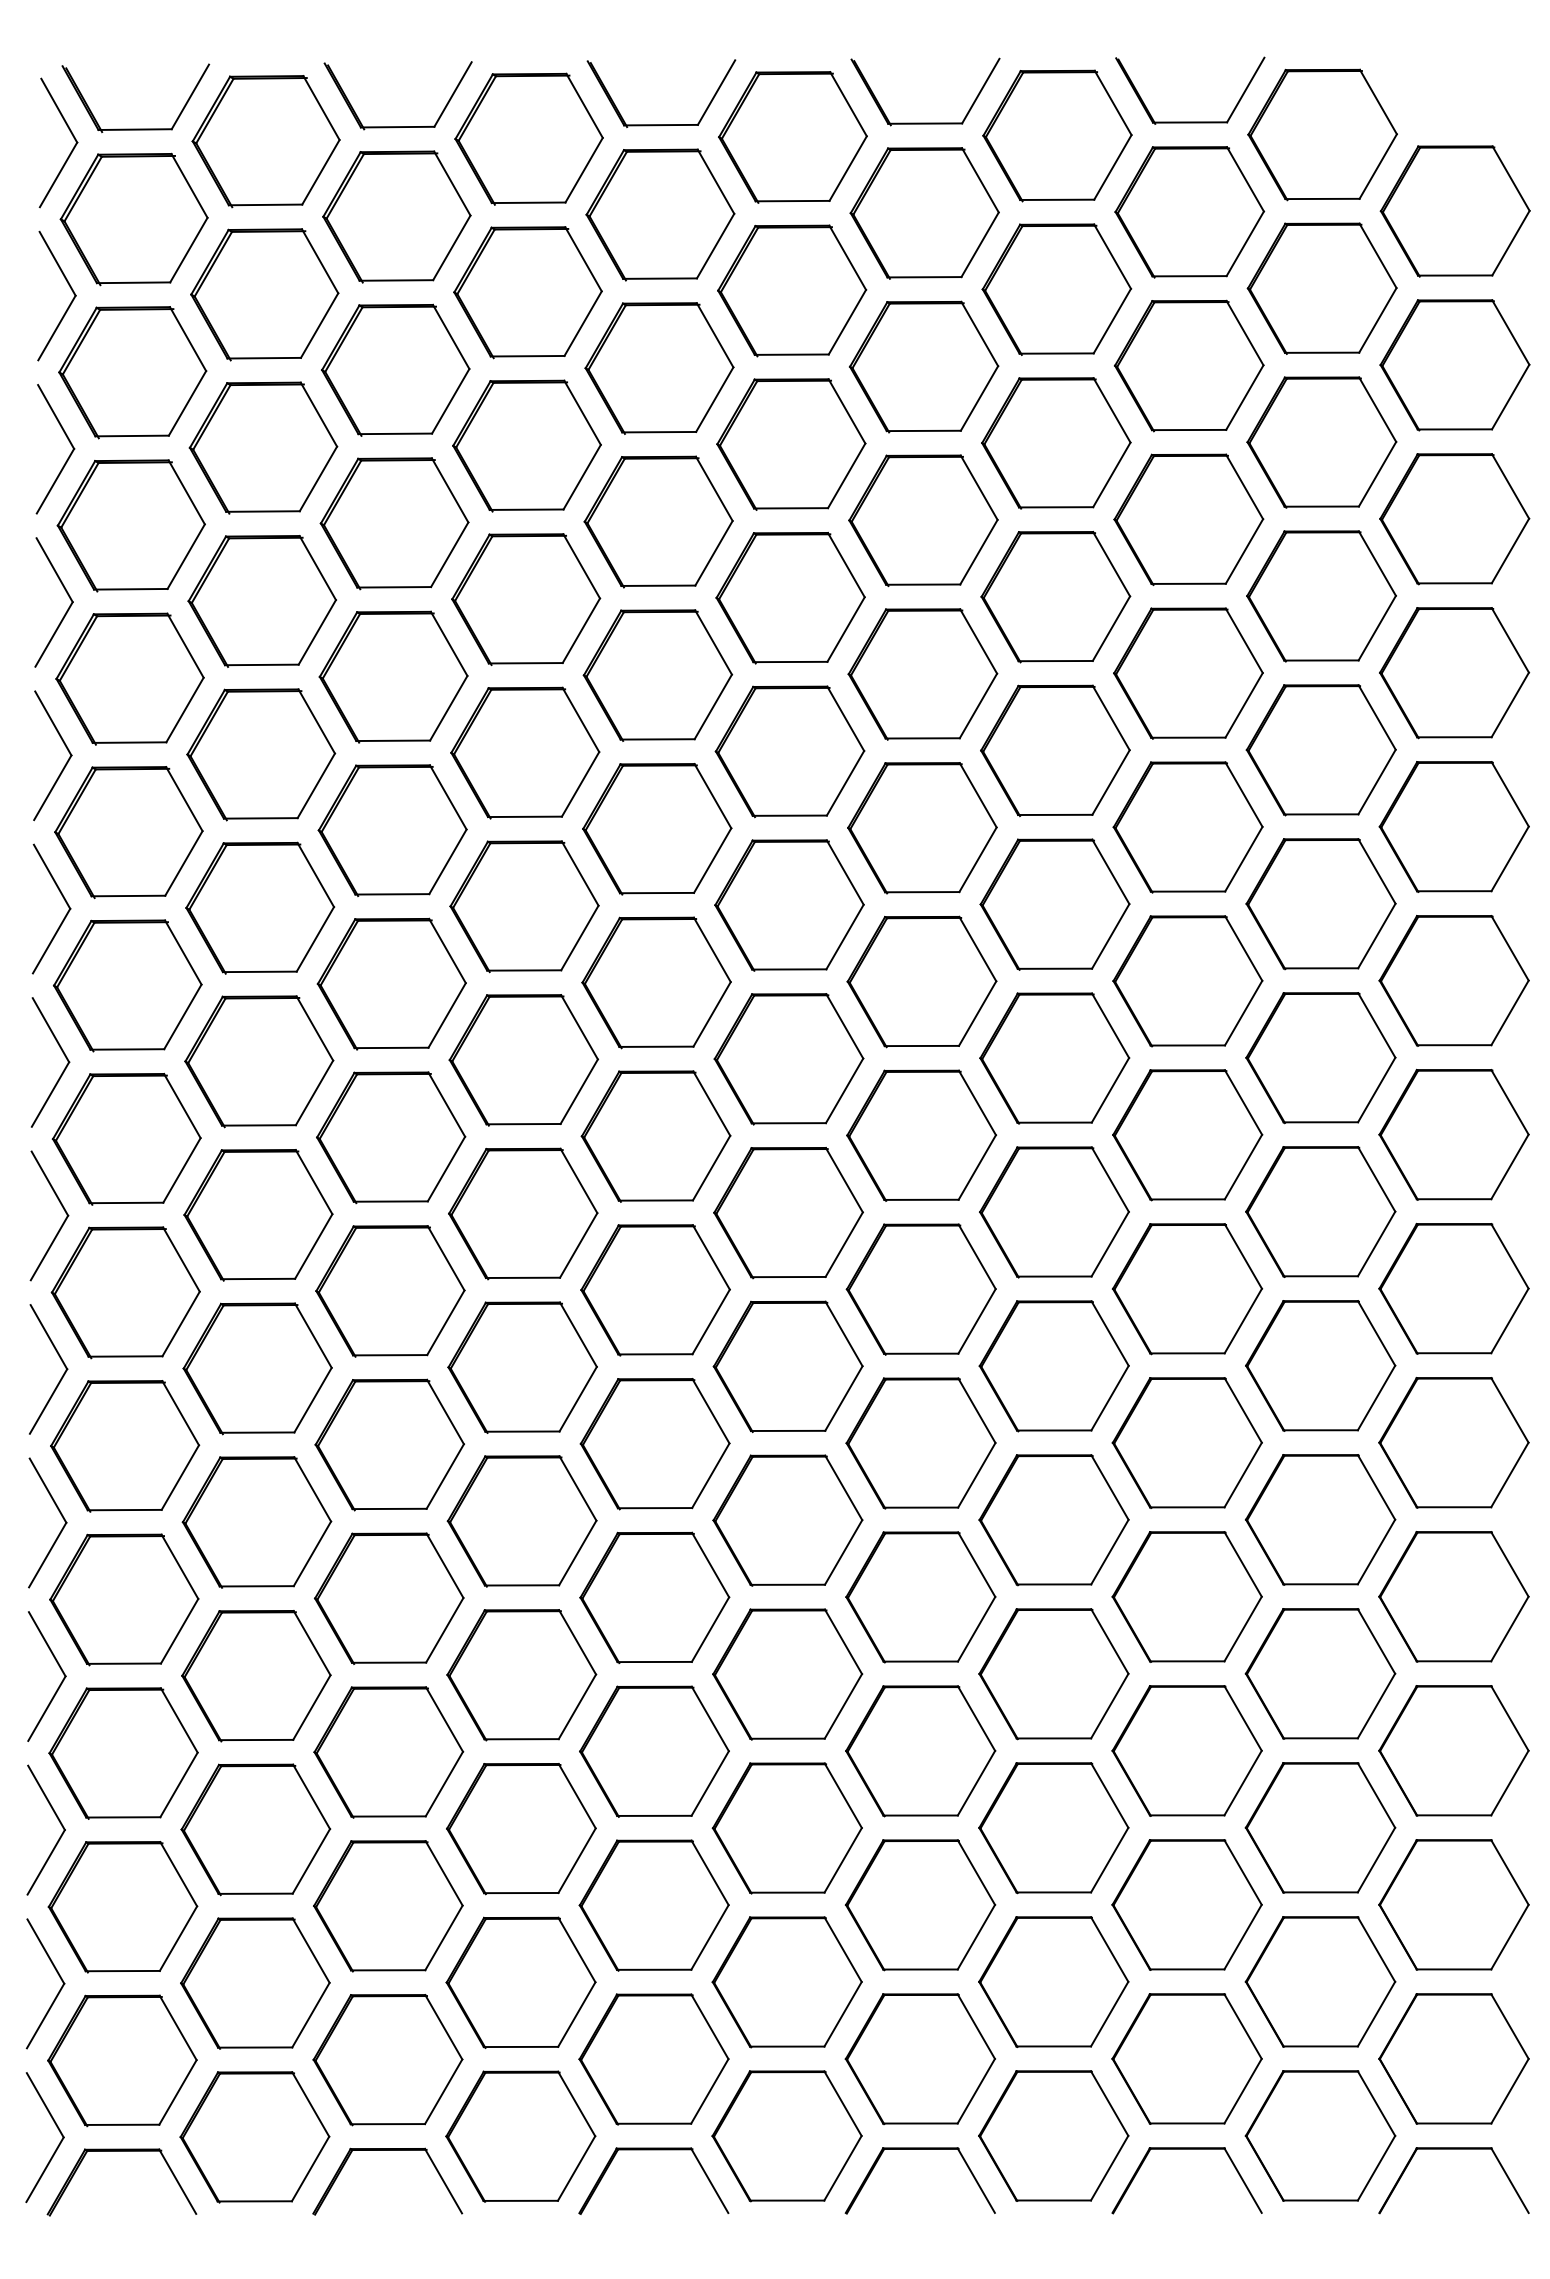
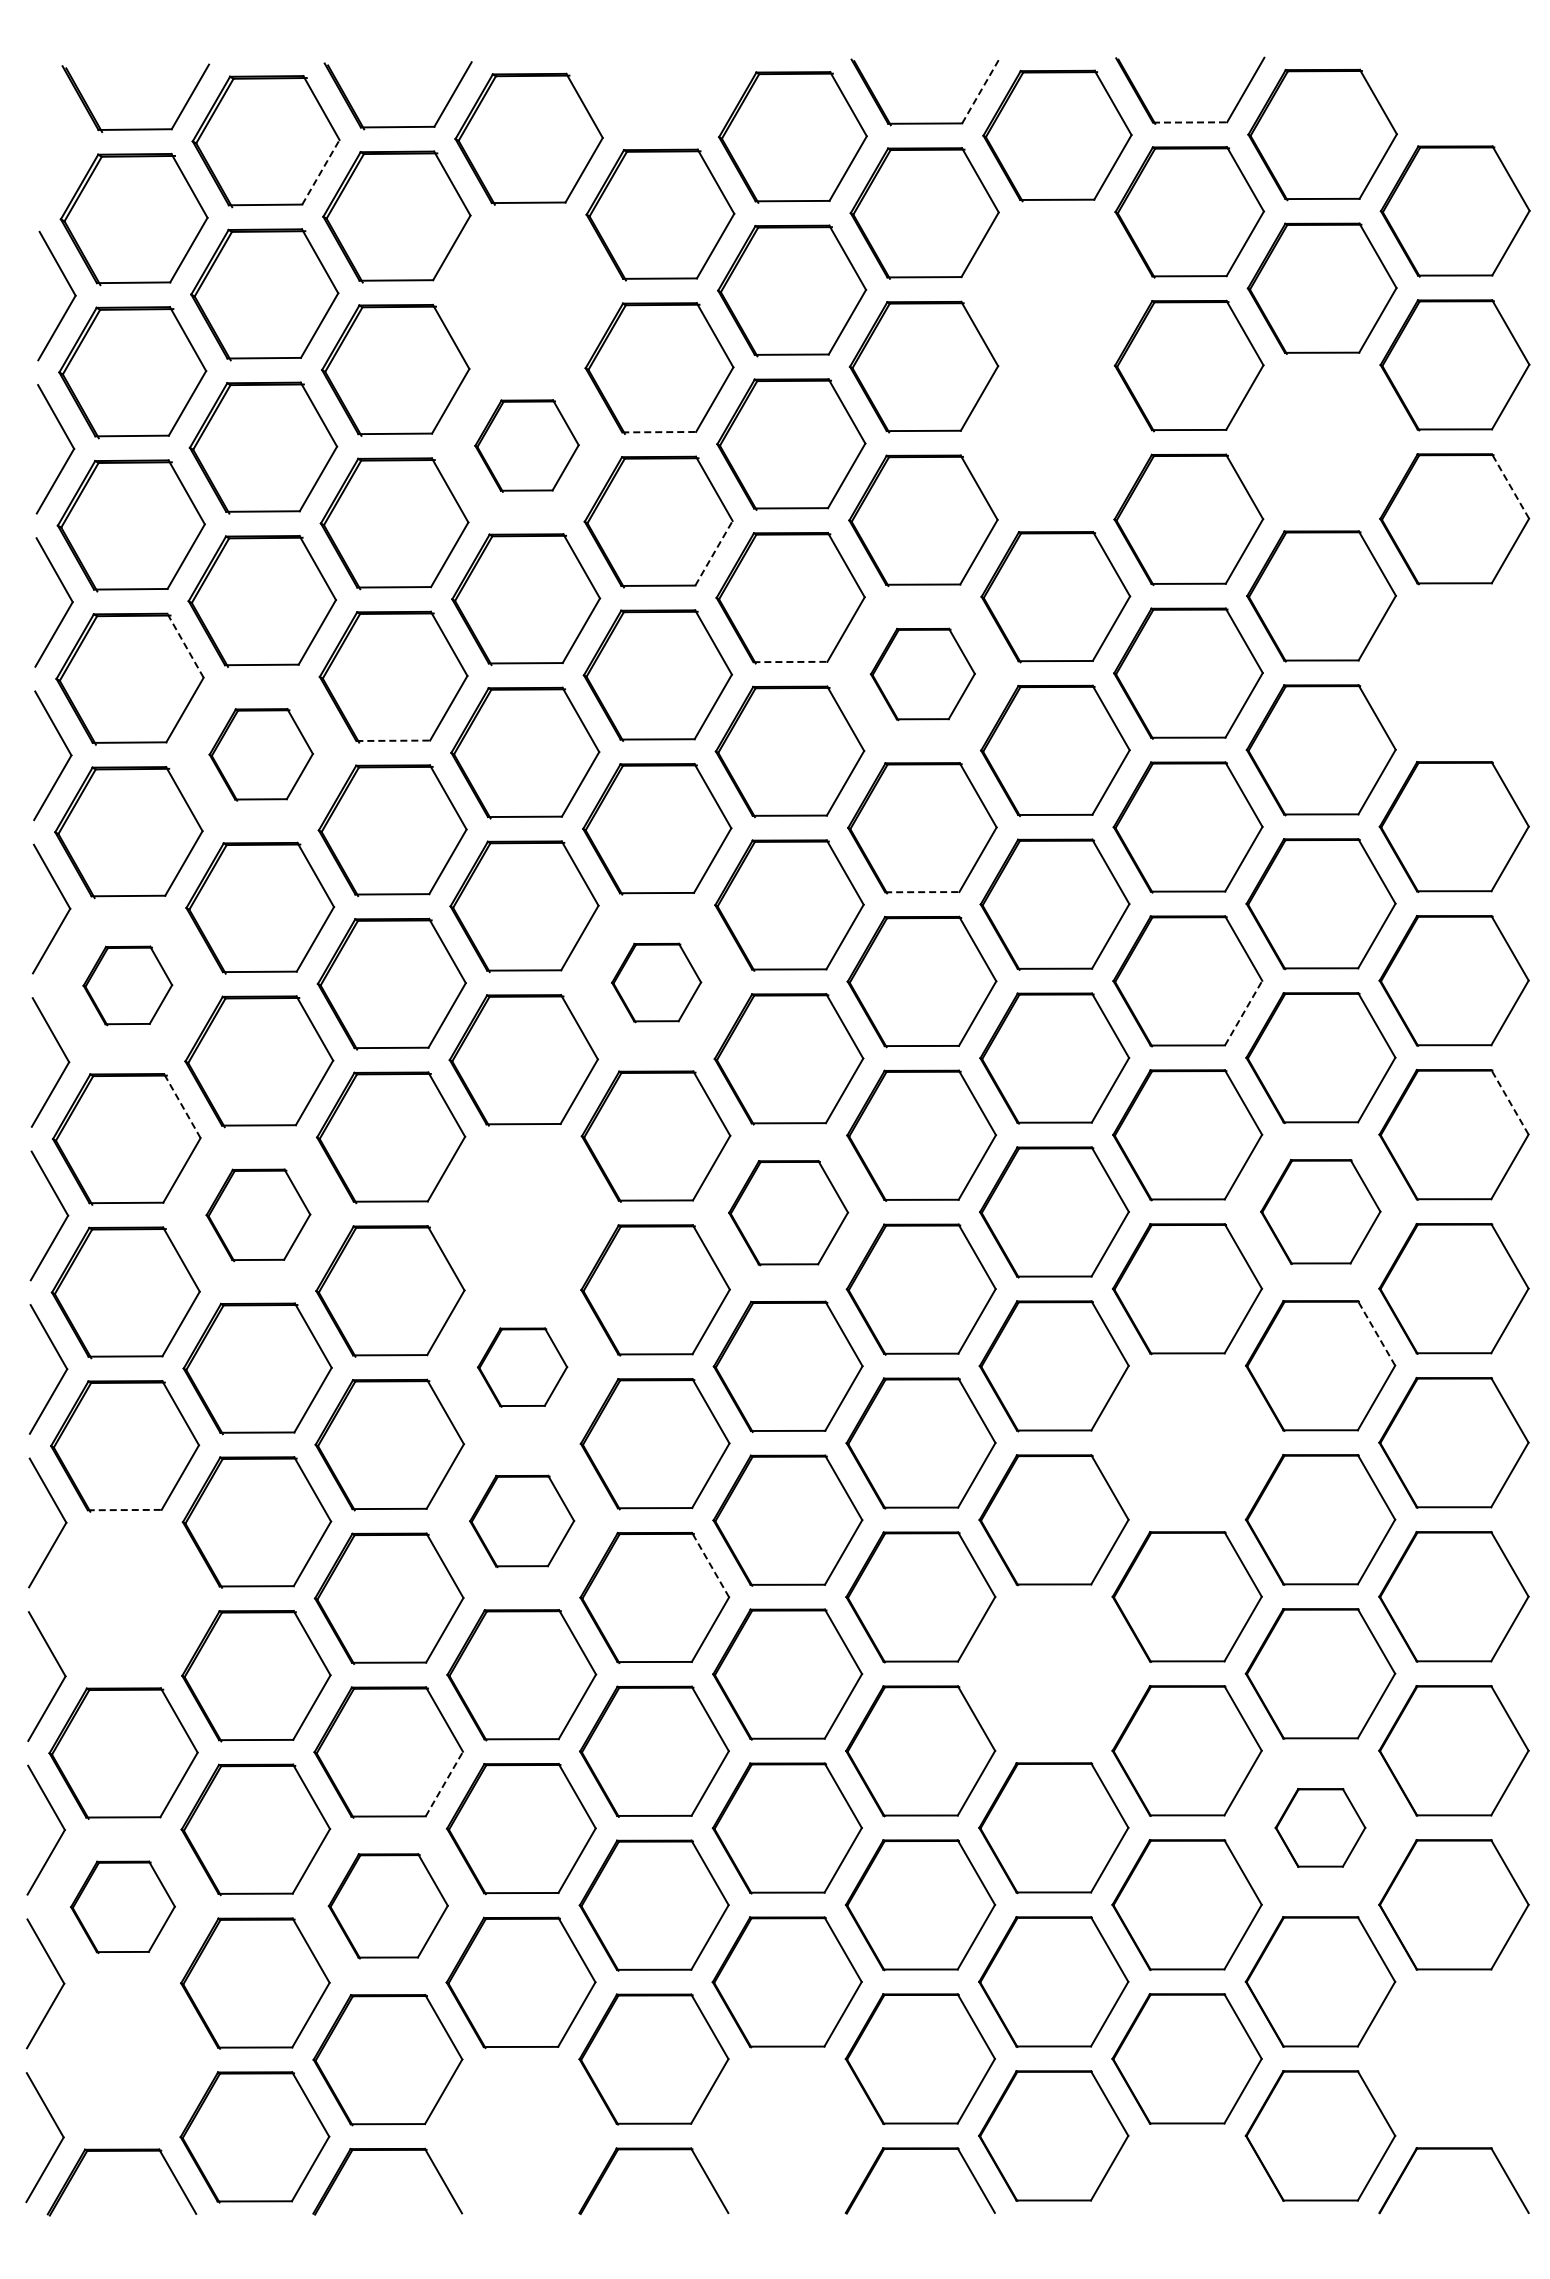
line at (981, 90): solid -> dashed
line at (1190, 122): solid -> dashed
part at (661, 124): present -> none
part at (72, 136): present -> none
line at (321, 171): solid -> dashed
part at (1056, 289): present -> none
part at (527, 292): present -> none
line at (659, 432): solid -> dashed
part at (1321, 442): present -> none
part at (1056, 443): present -> none
part at (526, 445) size: 150x134 px -> 106x94 px
line at (1510, 486): solid -> dashed
line at (714, 552): solid -> dashed
line at (185, 645): solid -> dashed
line at (790, 662): solid -> dashed
part at (1454, 673): present -> none
part at (922, 674) size: 152x133 px -> 107x95 px
line at (393, 740): solid -> dashed
part at (261, 754) size: 151x134 px -> 106x94 px
line at (922, 892): solid -> dashed
part at (656, 982) size: 151x134 px -> 92x82 px
part at (127, 985) size: 150x134 px -> 92x82 px
line at (1243, 1012): solid -> dashed
line at (1509, 1101): solid -> dashed
line at (182, 1106): solid -> dashed
part at (1320, 1211) size: 152x132 px -> 122x106 px
part at (523, 1213): present -> none
part at (788, 1213) size: 151x133 px -> 122x107 px
part at (258, 1215) size: 151x133 px -> 107x95 px
line at (1376, 1332): solid -> dashed
part at (522, 1367) size: 151x133 px -> 92x81 px
part at (1186, 1442): present -> none
line at (124, 1510): solid -> dashed
part at (521, 1521) size: 152x133 px -> 107x95 px
line at (710, 1564): solid -> dashed
part at (124, 1599): present -> none
part at (1053, 1674): present -> none
line at (444, 1783): solid -> dashed
part at (1320, 1827) size: 153x132 px -> 93x80 px
part at (388, 1906) size: 151x133 px -> 122x107 px
part at (122, 1907) size: 152x133 px -> 106x94 px
part at (1453, 2058): present -> none
part at (122, 2060): present -> none
part at (520, 2136): present -> none
part at (786, 2136): present -> none
part at (1186, 2149): present -> none
